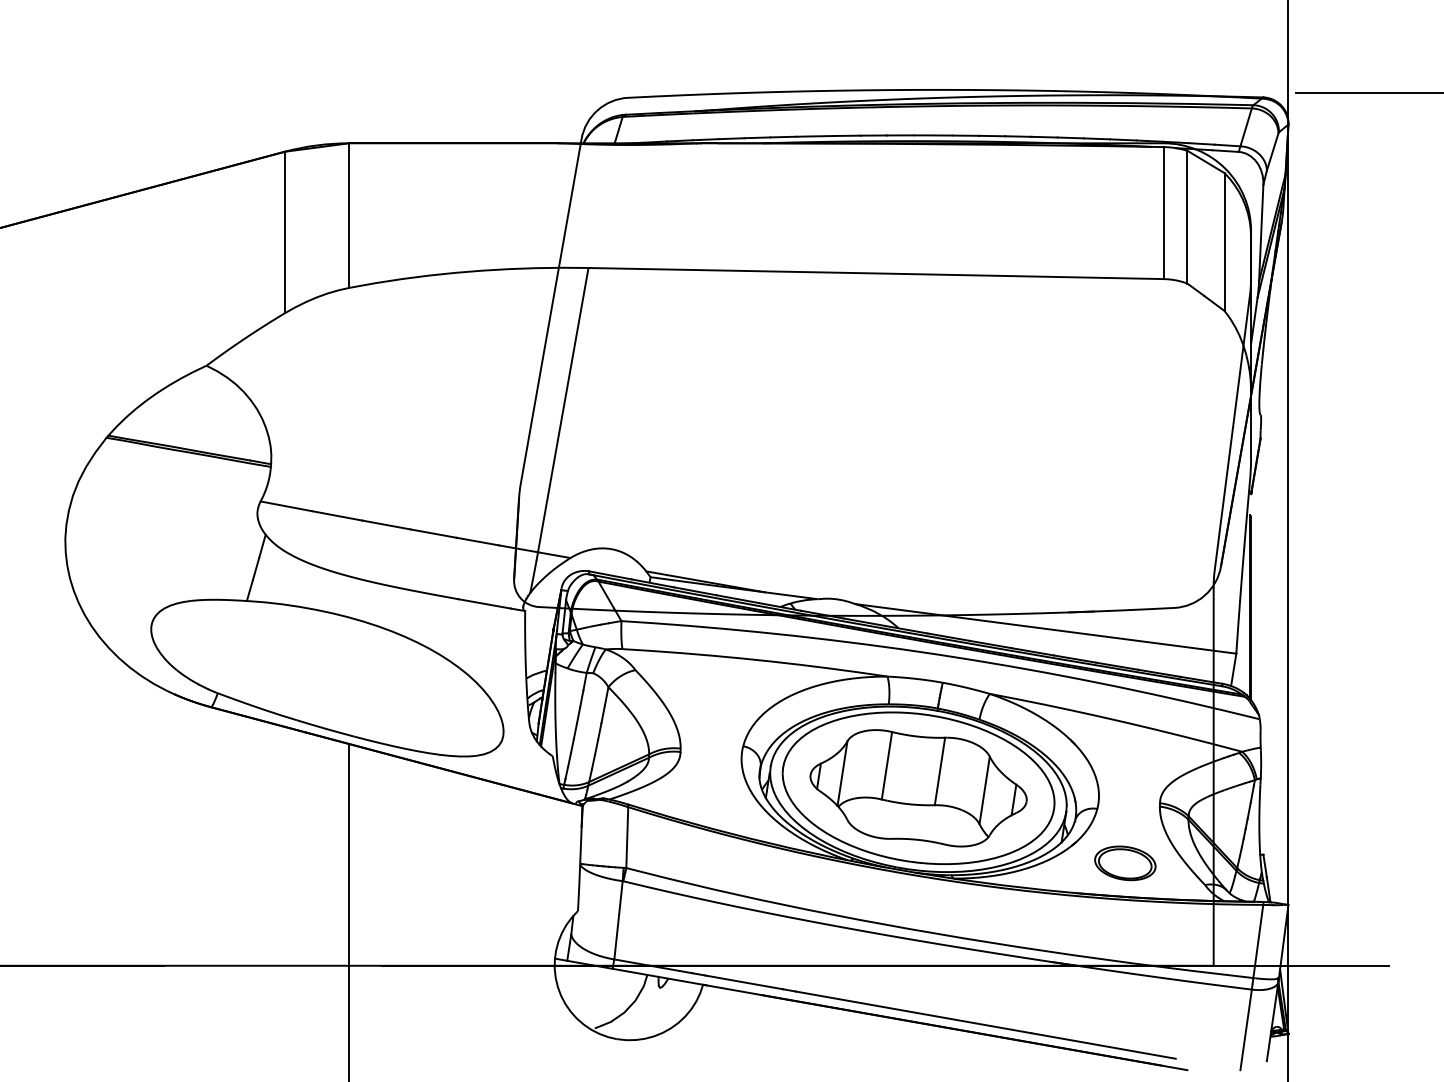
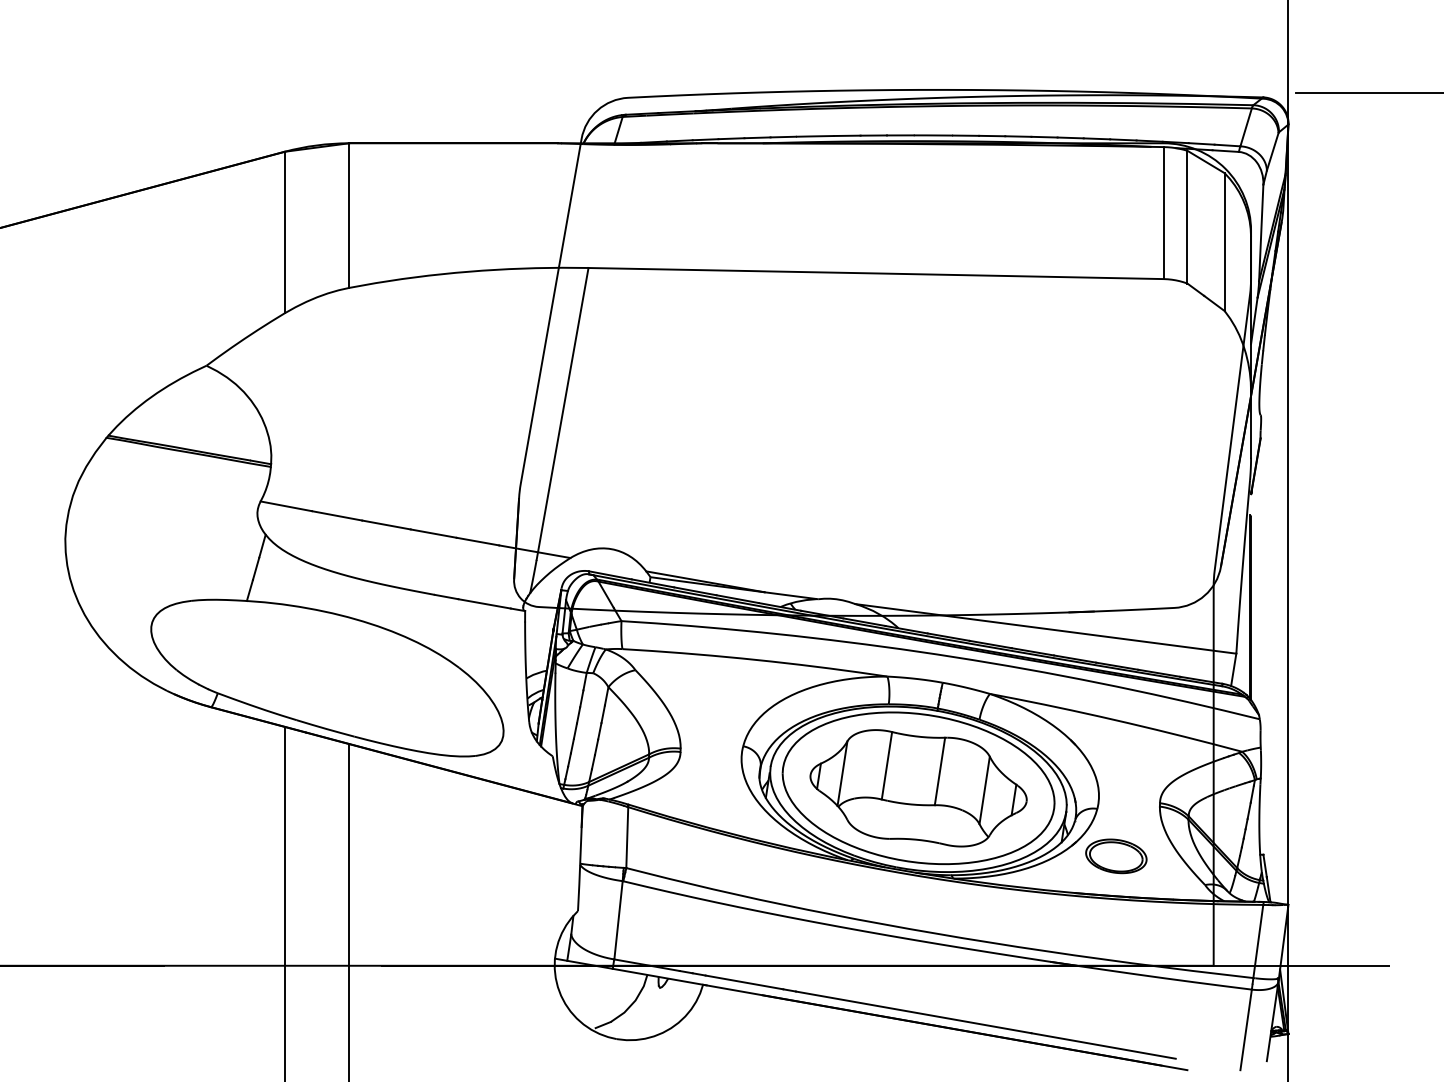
part at (1125, 863) position: (1125, 863) -> (1116, 856)
line at (284, 902): none -> present
